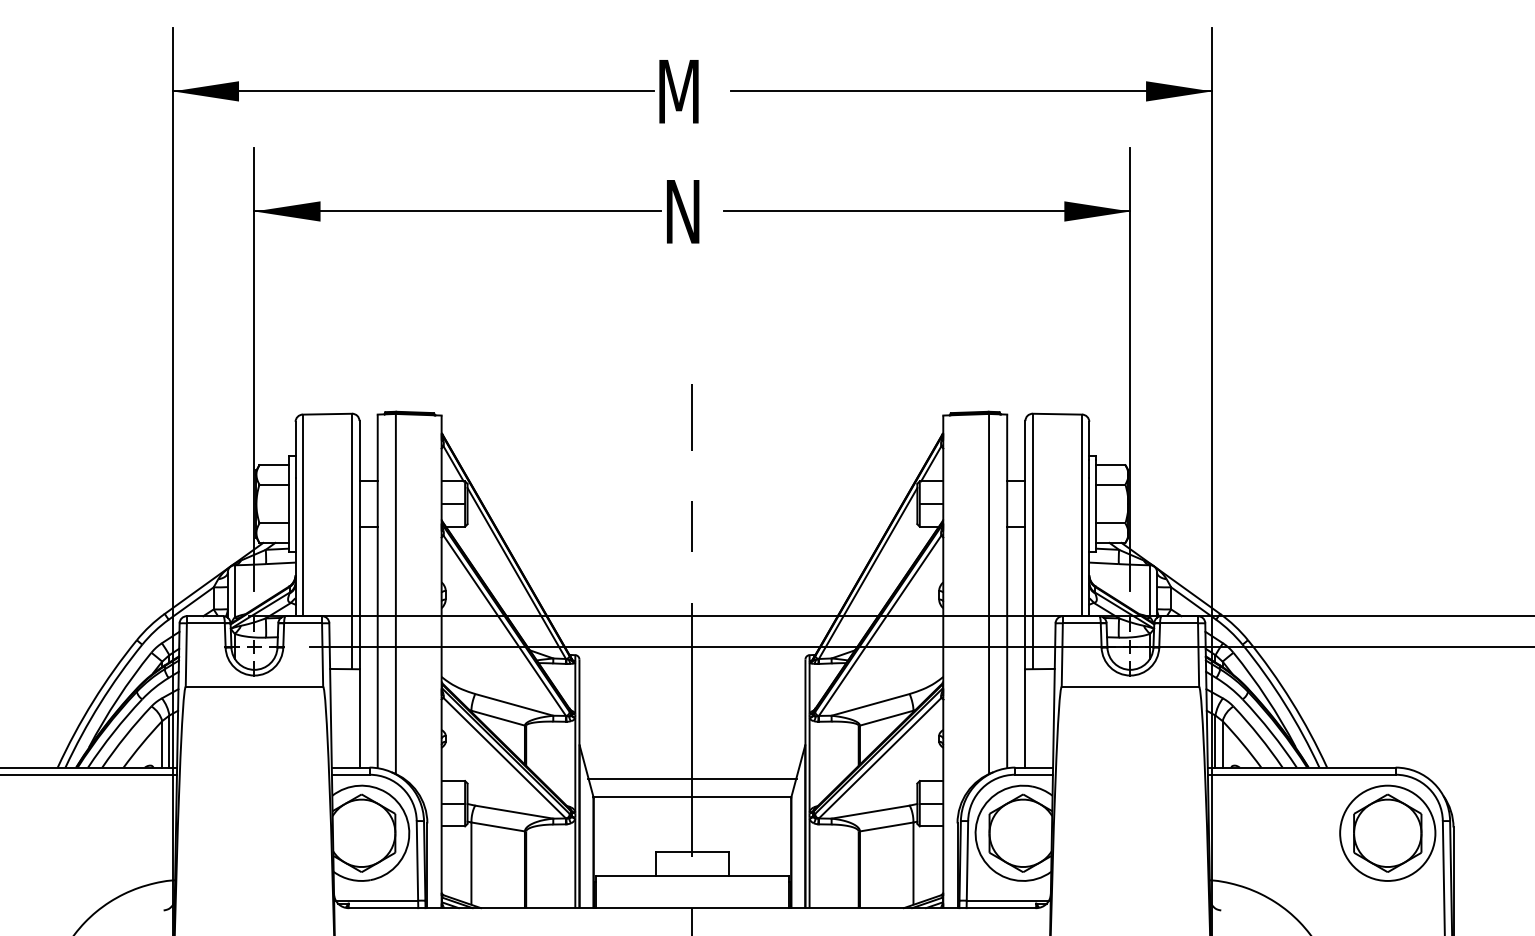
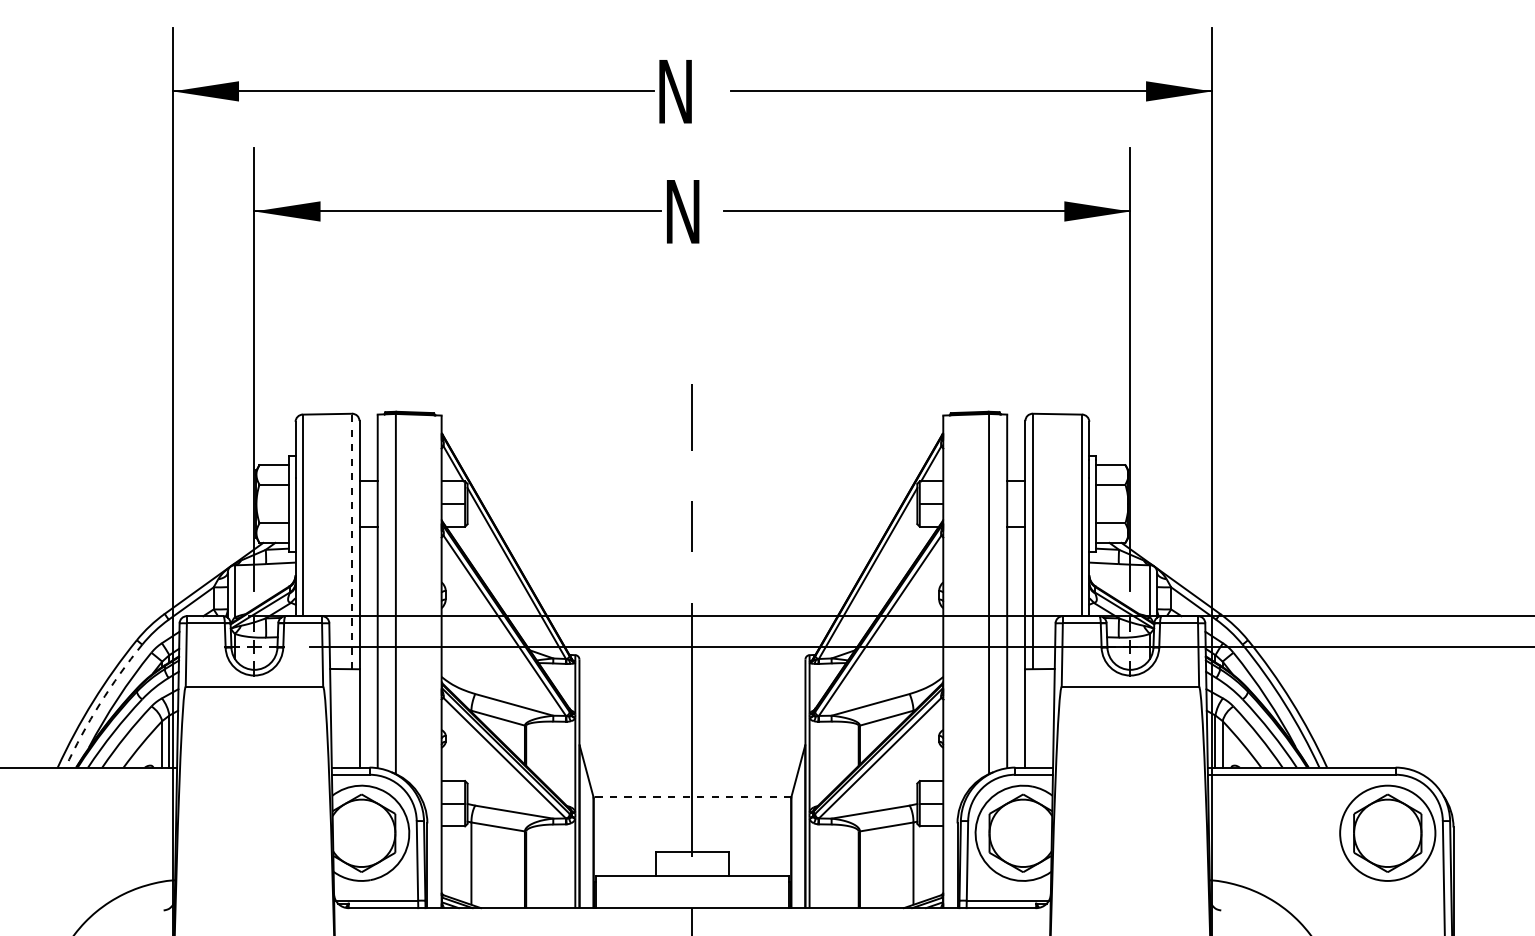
text at (681, 91): M -> N
line at (352, 541): solid -> dashed
arc at (100, 703): solid -> dashed
line at (89, 774): present -> none
line at (692, 778): present -> none
line at (691, 797): solid -> dashed
